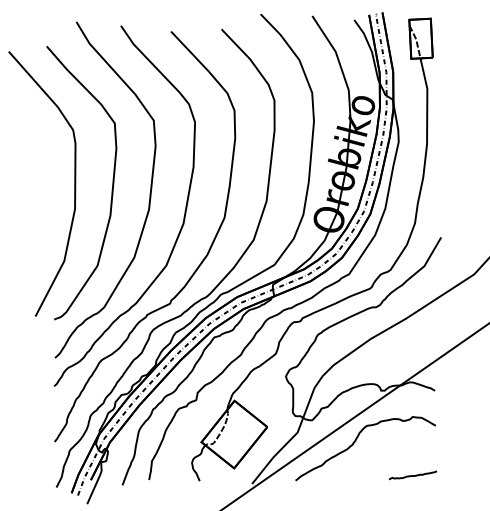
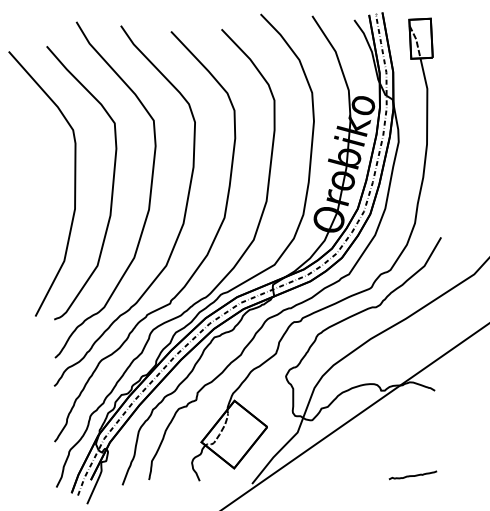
curve at (355, 442): present -> none
